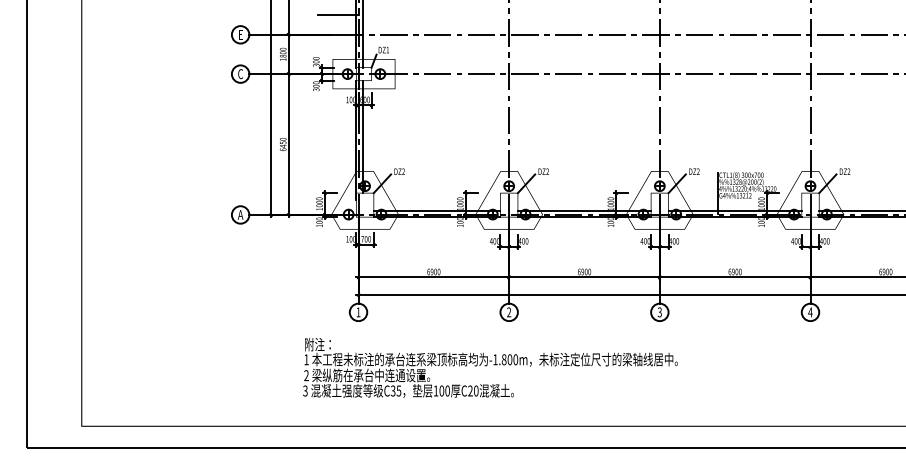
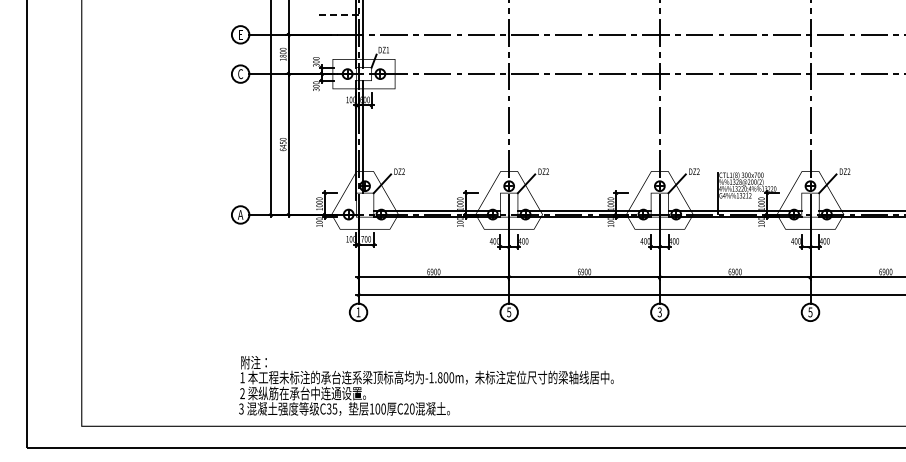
line at (337, 14): solid -> dashed
text at (509, 312): 2 -> 5
text at (810, 312): 4 -> 5
text at (490, 367) position: (490, 367) -> (426, 385)
